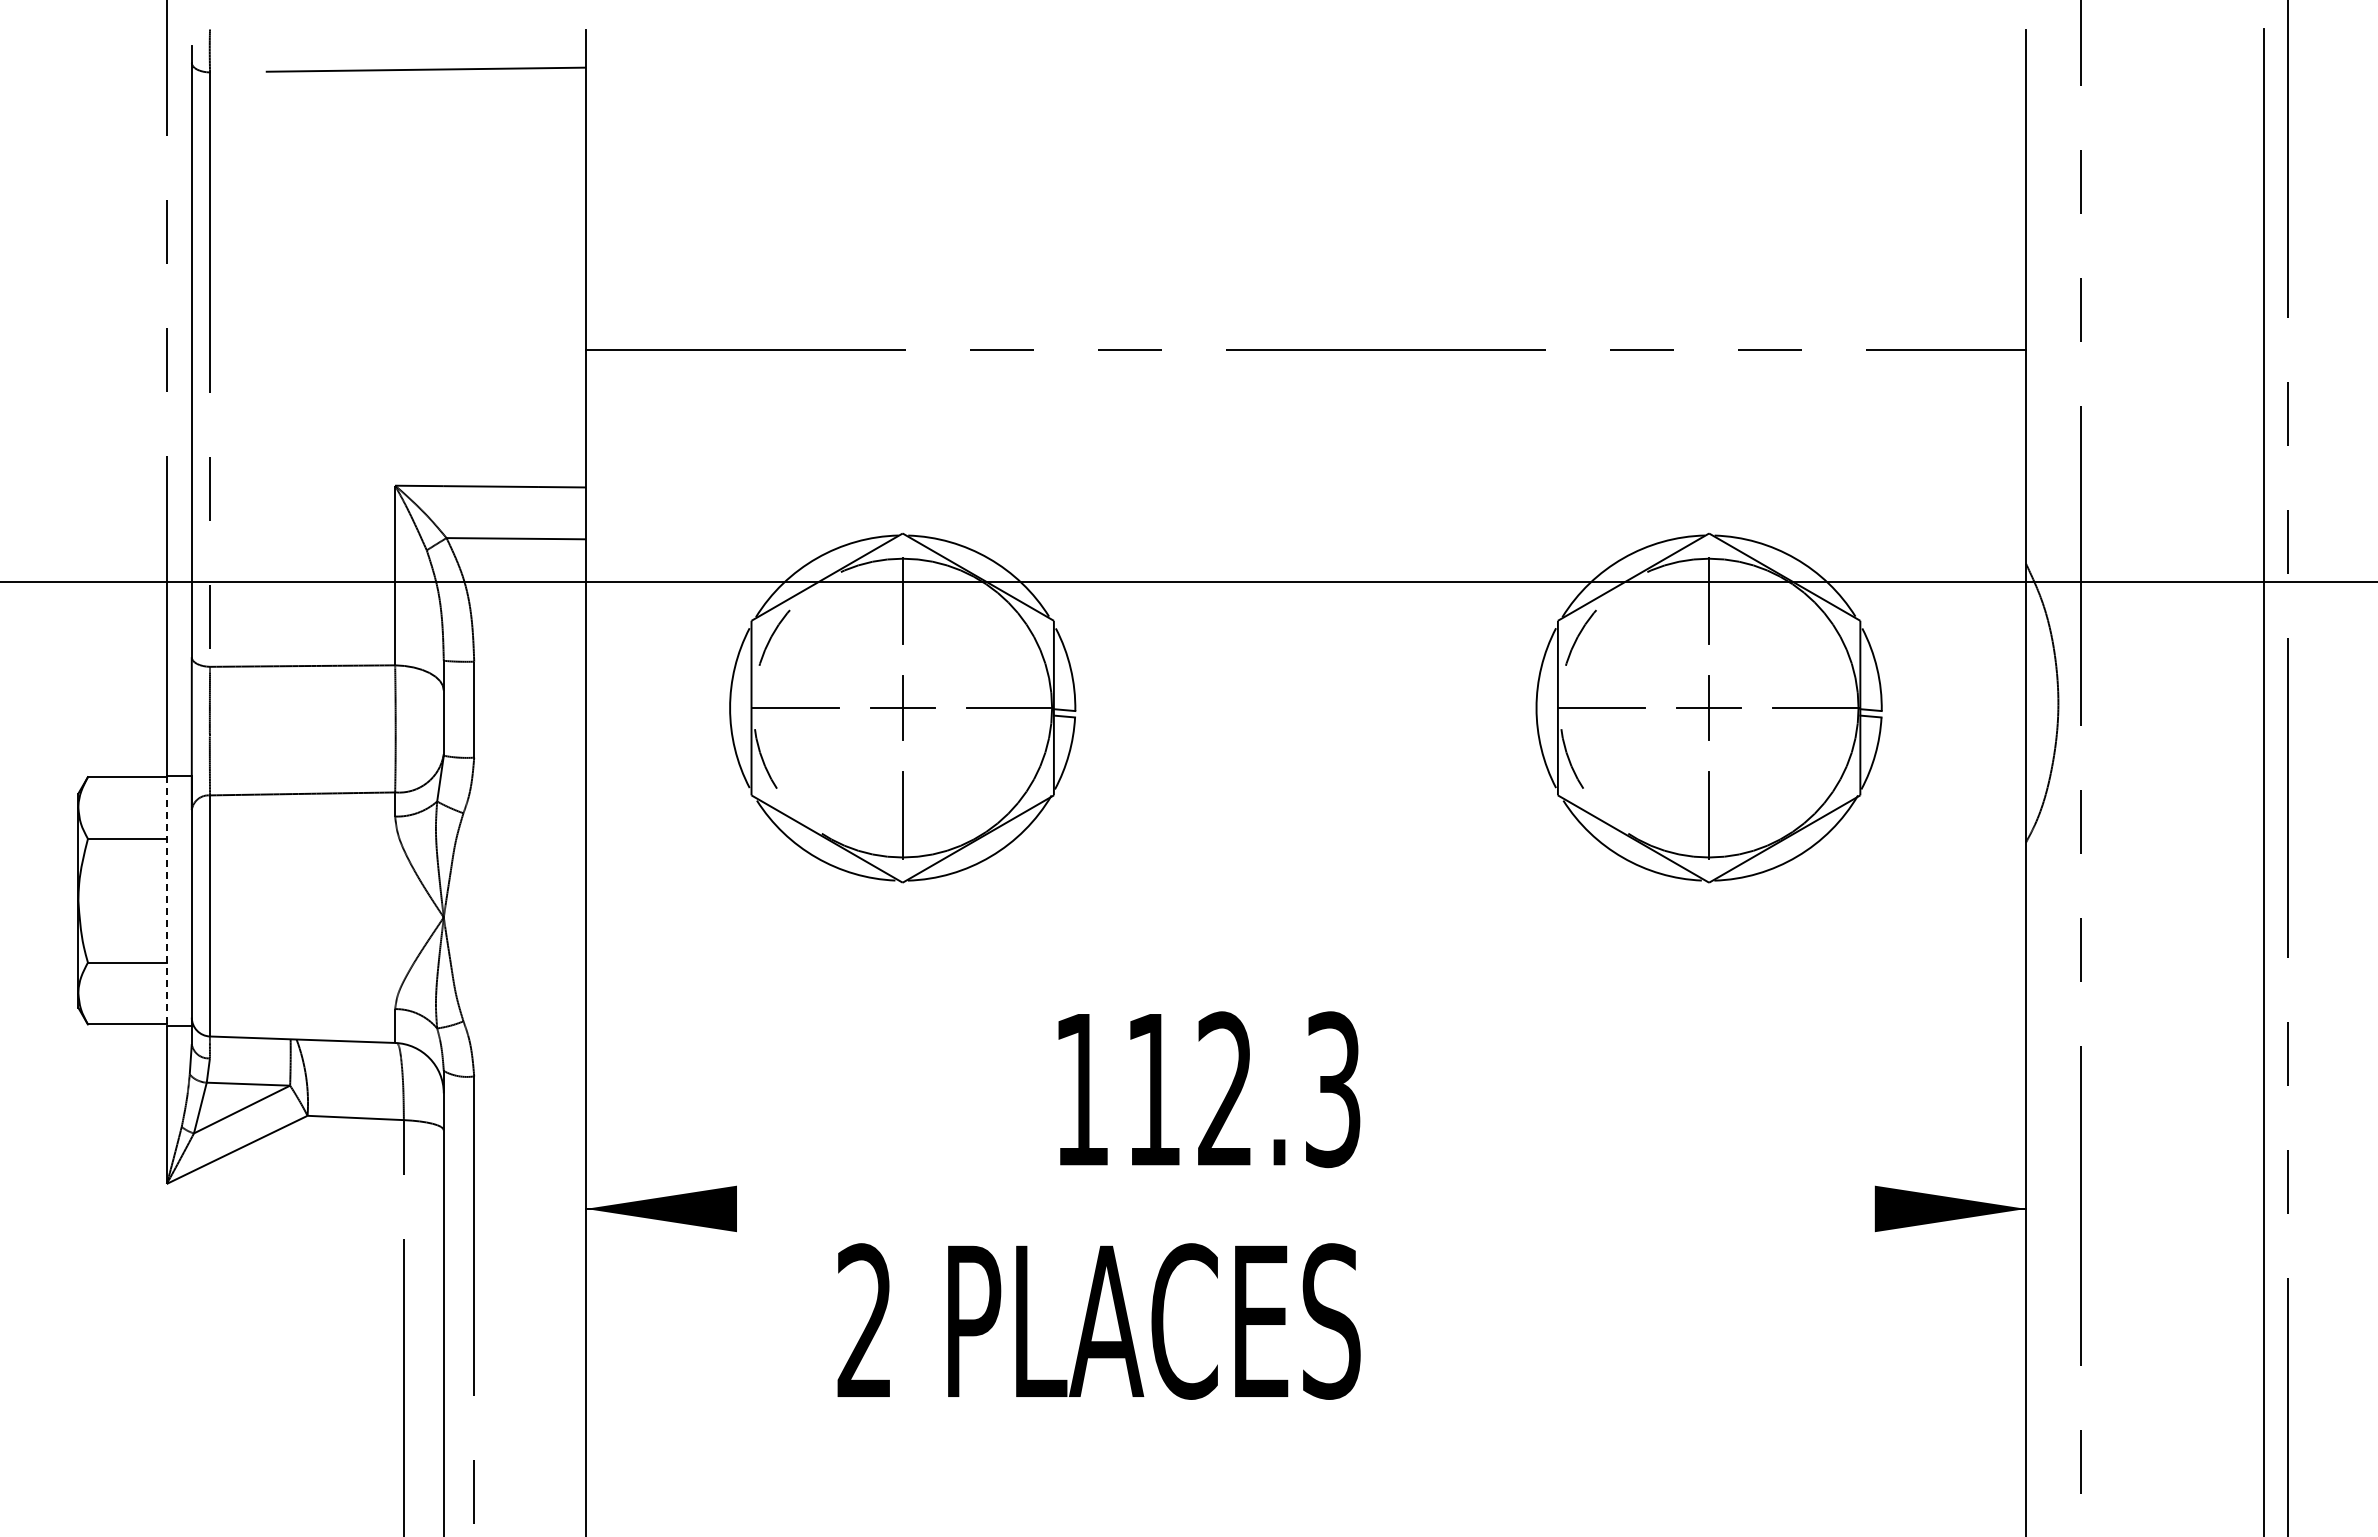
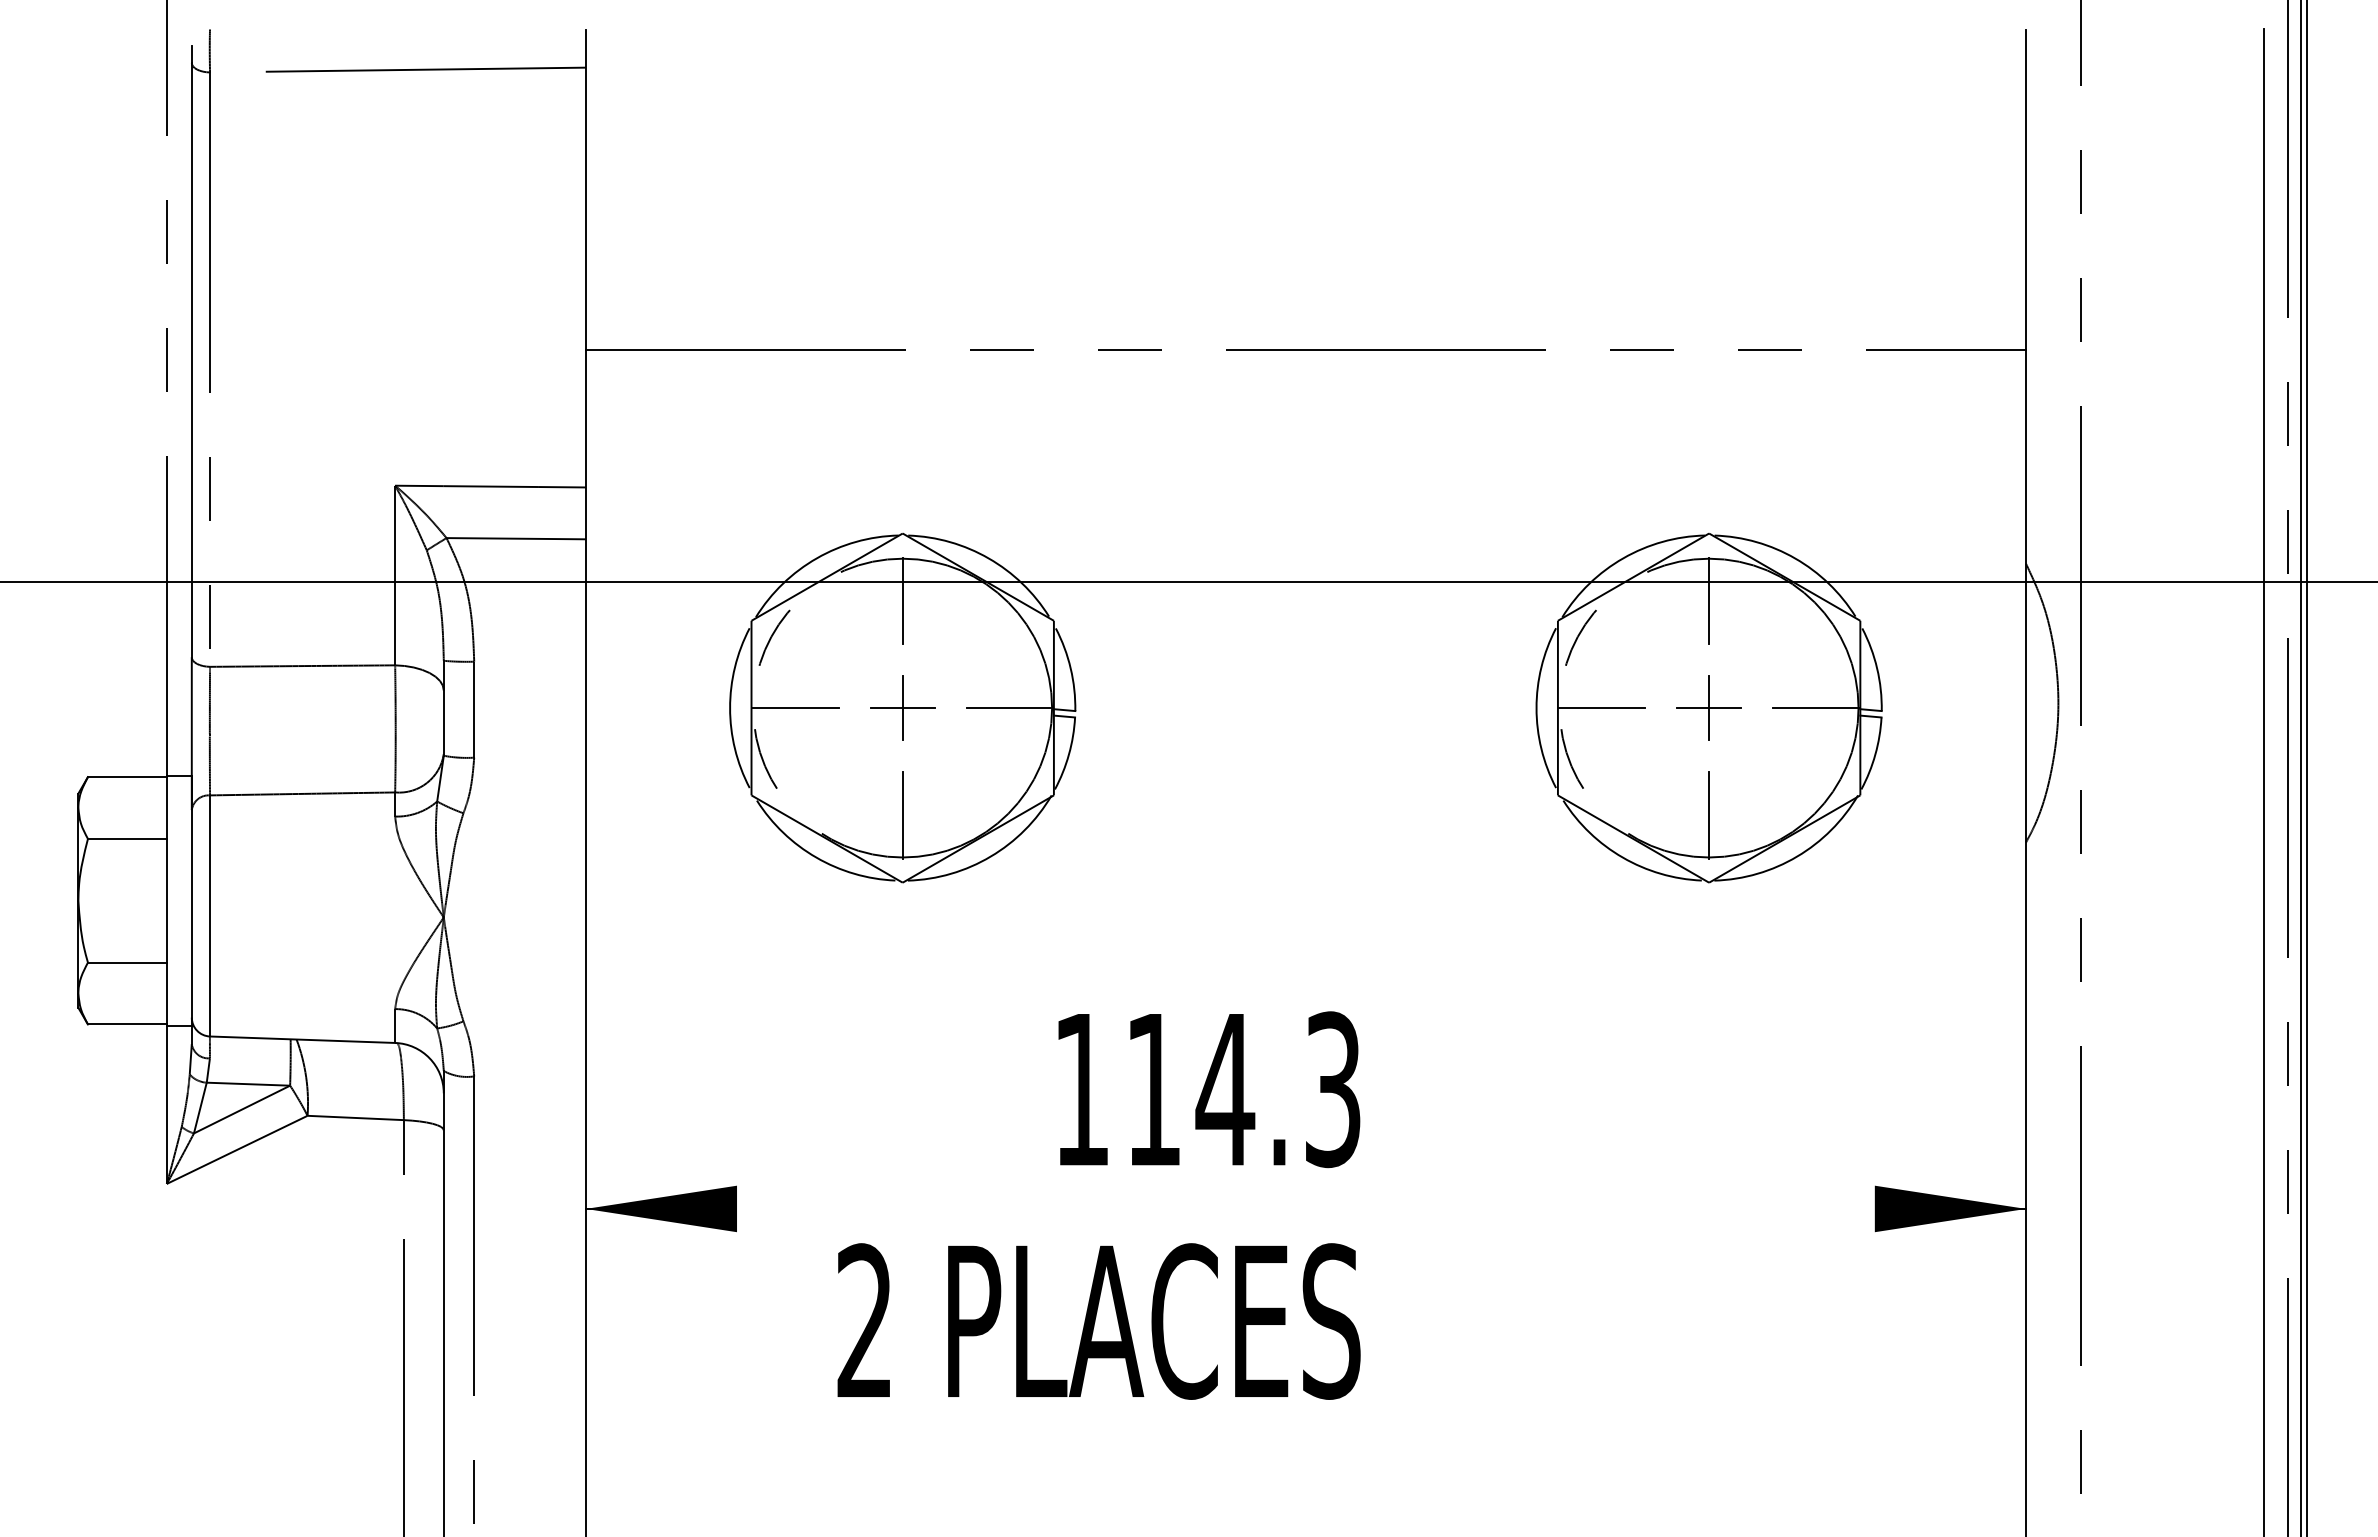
line at (2301, 767): none -> present
line at (2306, 767): none -> present
line at (166, 901): dashed -> solid
text at (1225, 1088): 112.3 -> 114.3
